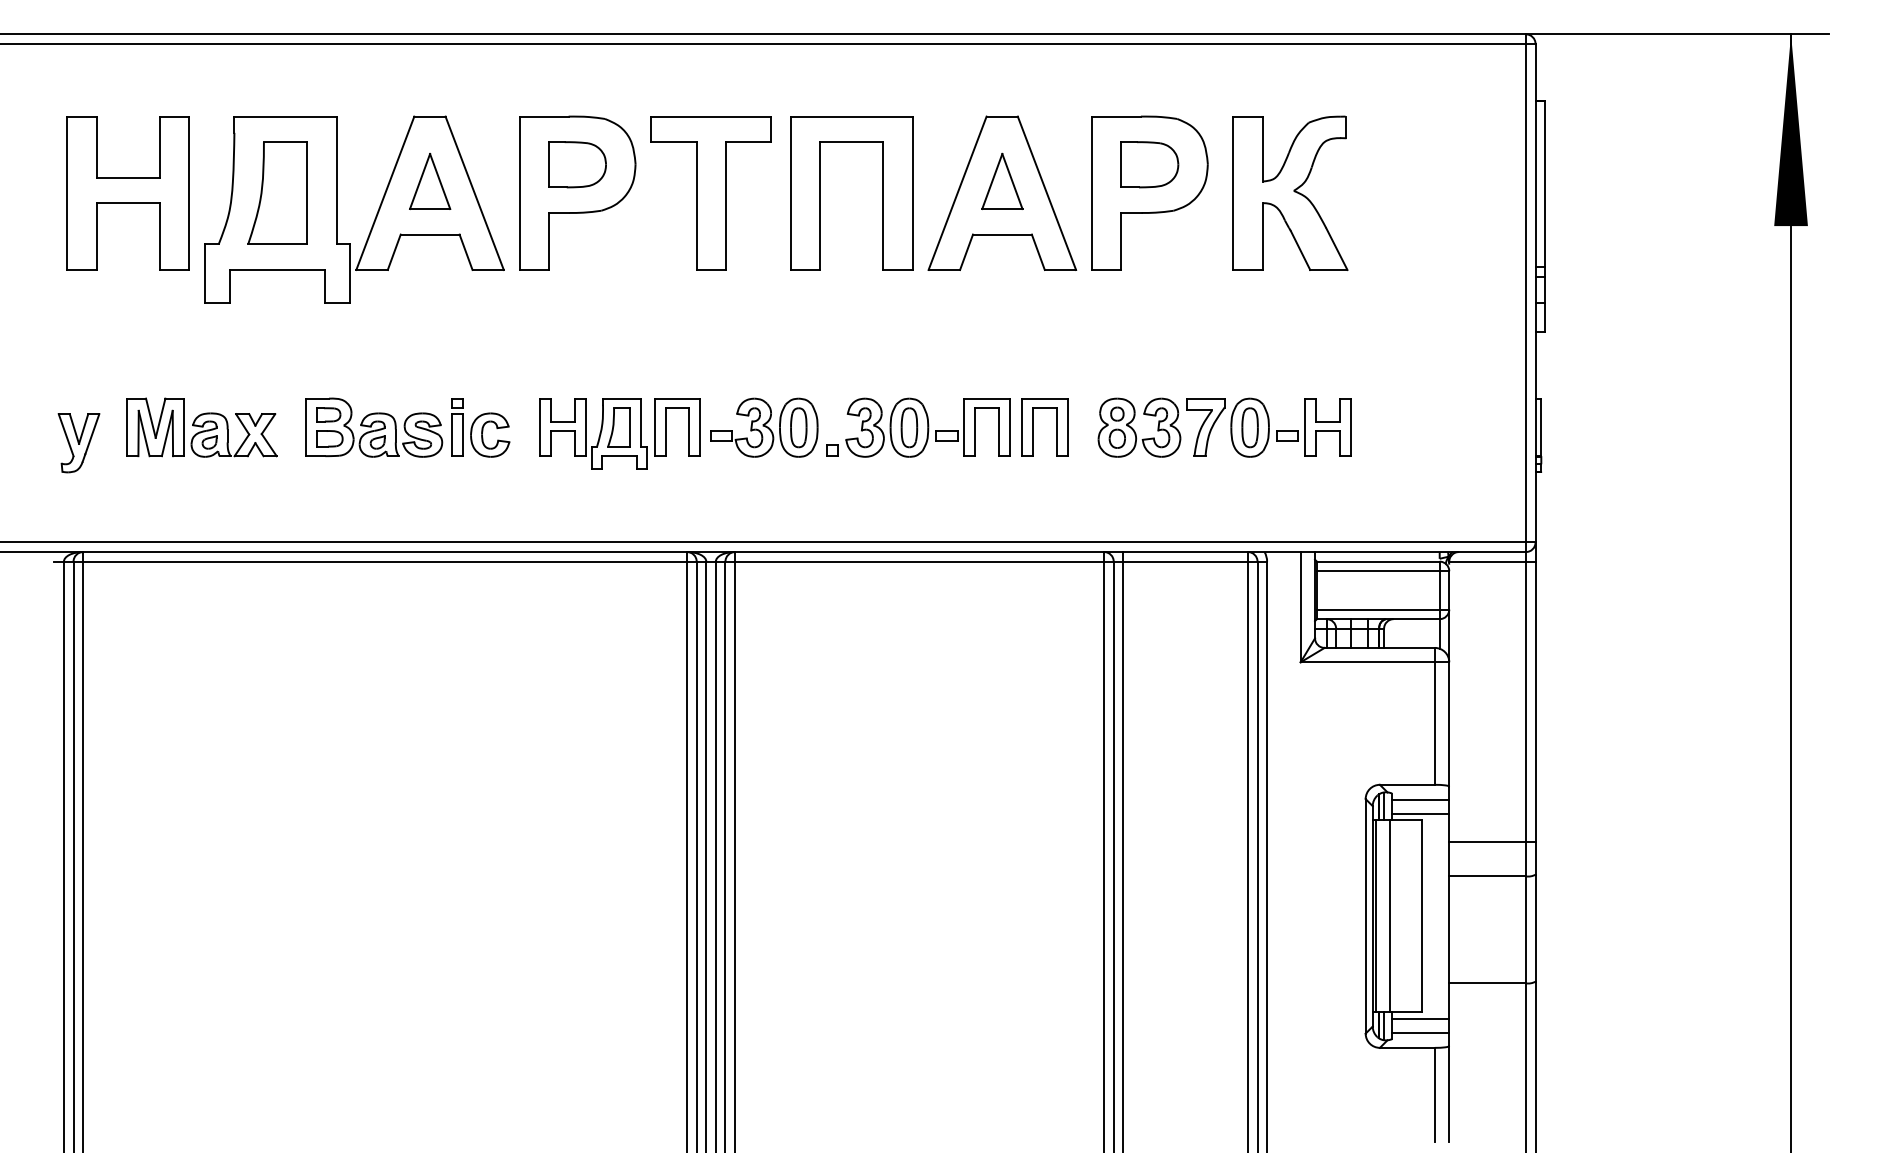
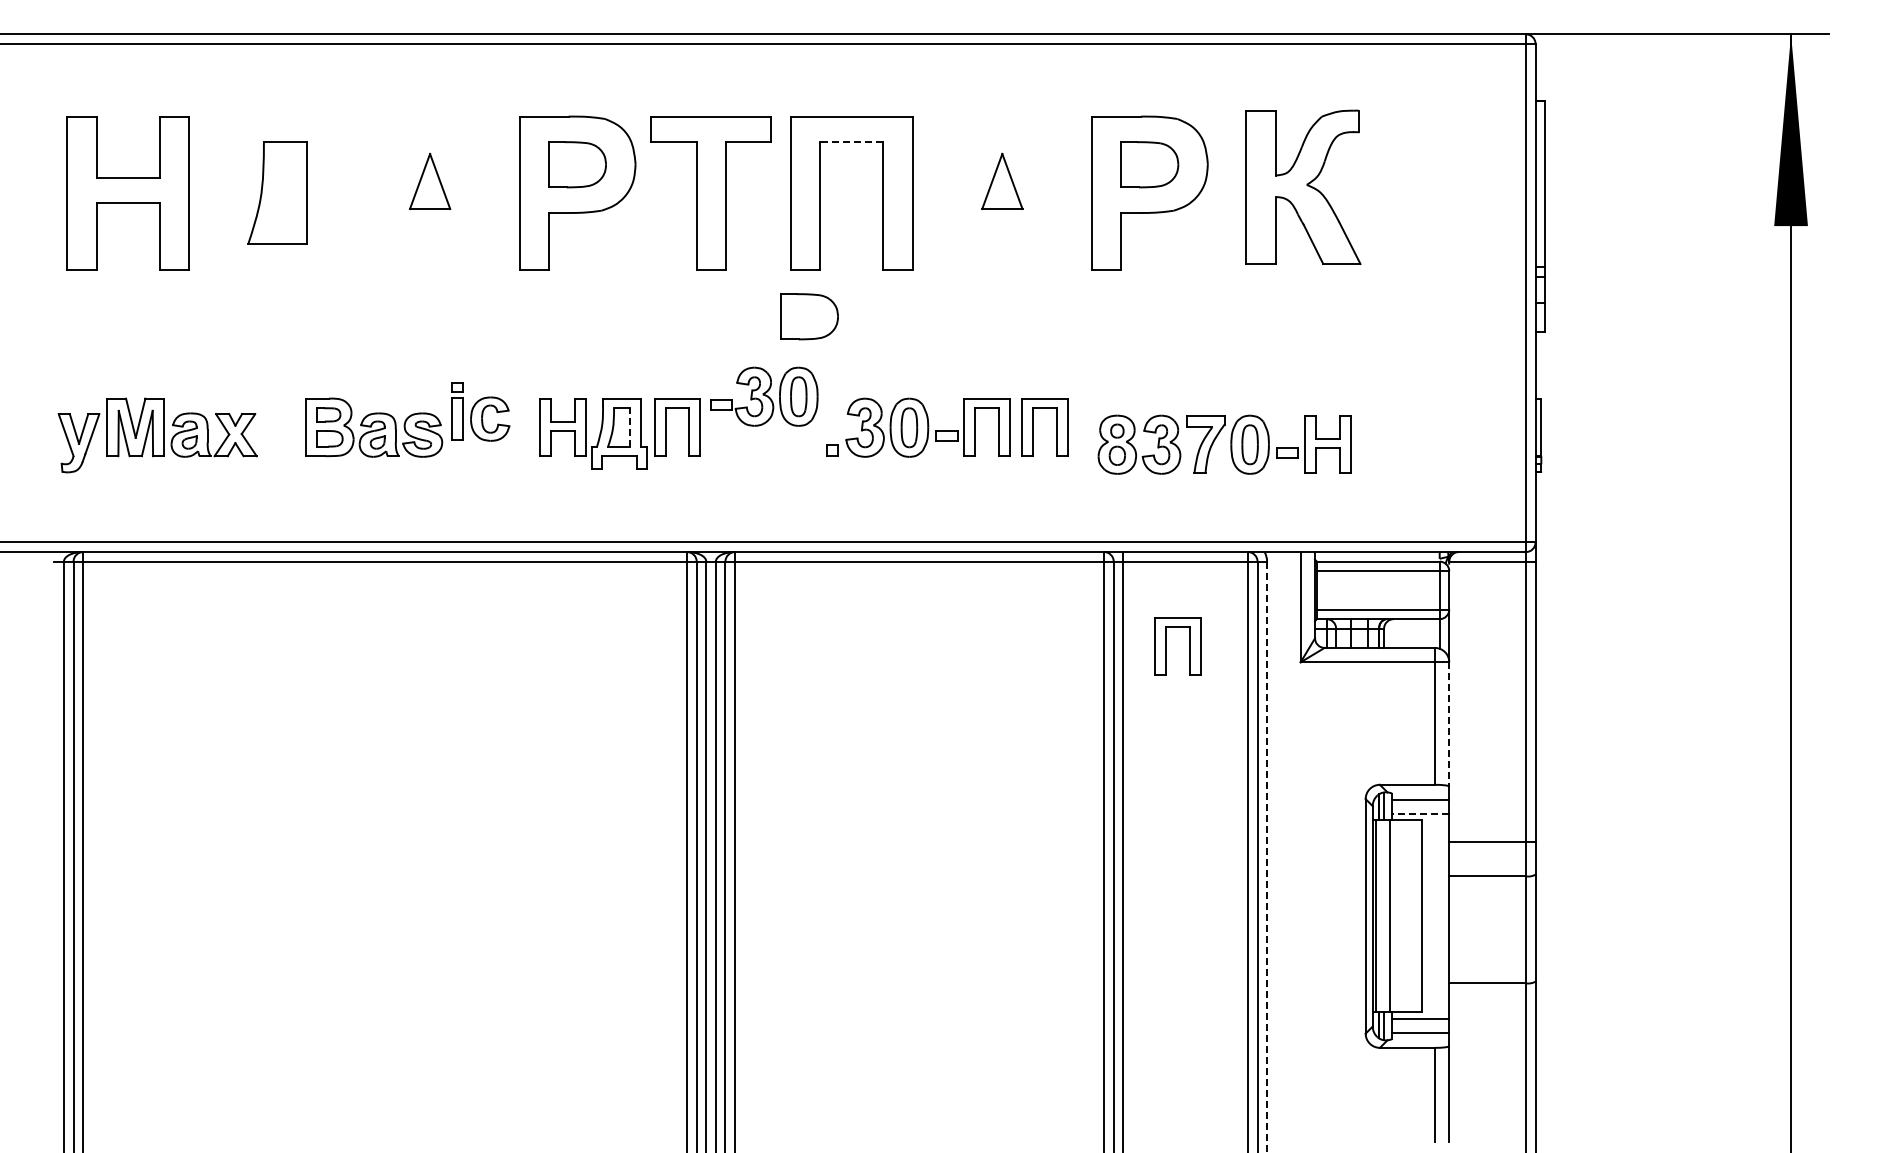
line at (851, 142): solid -> dashed
part at (1002, 192): present -> none
part at (1290, 192) position: (1290, 192) -> (1303, 186)
part at (337, 209): present -> none
part at (809, 316): none -> present
line at (630, 426): solid -> dashed
part at (201, 427) position: (201, 427) -> (181, 427)
part at (480, 427) position: (480, 427) -> (480, 411)
part at (764, 427) position: (764, 427) -> (764, 396)
part at (1224, 427) position: (1224, 427) -> (1224, 444)
part at (1166, 646): none -> present
line at (1449, 724): solid -> dashed
line at (1420, 814): solid -> dashed
line at (1267, 857): solid -> dashed
